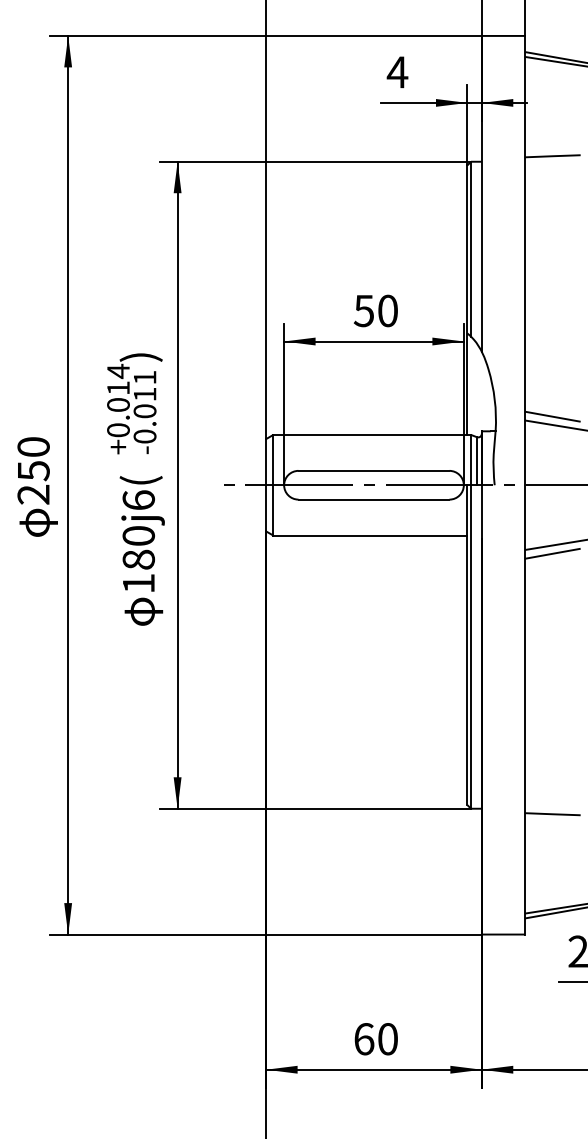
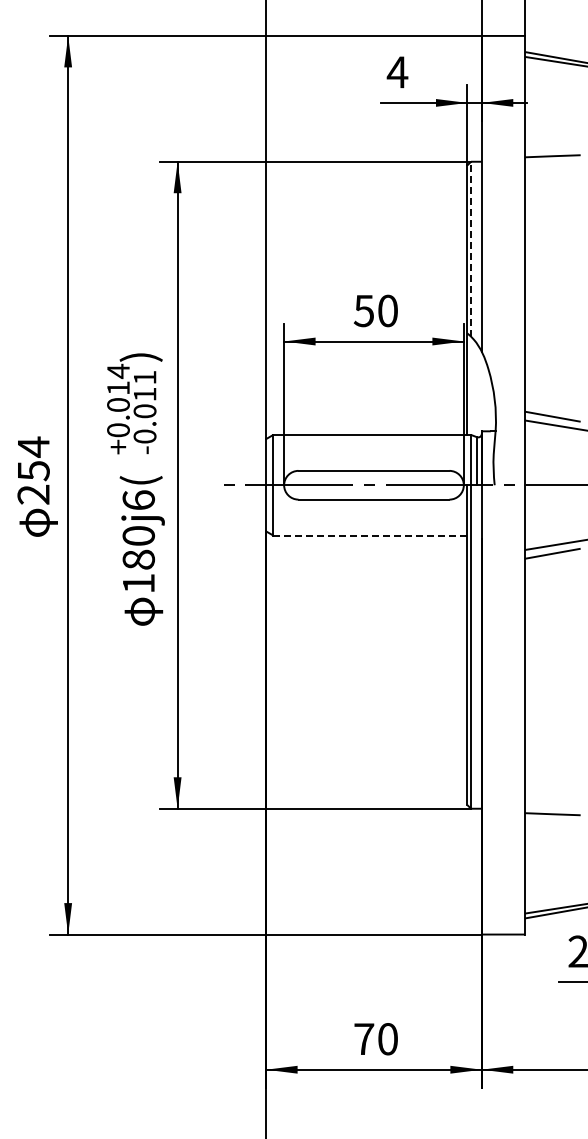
line at (471, 248): solid -> dashed
text at (33, 446): 250 -> 254
line at (370, 535): solid -> dashed
text at (364, 1039): 60 -> 70
